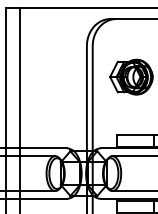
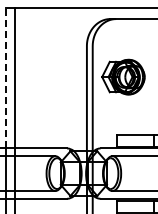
part at (131, 76) position: (131, 76) -> (123, 76)
line at (5, 77): solid -> dashed
line at (19, 108) position: (19, 108) -> (14, 108)
